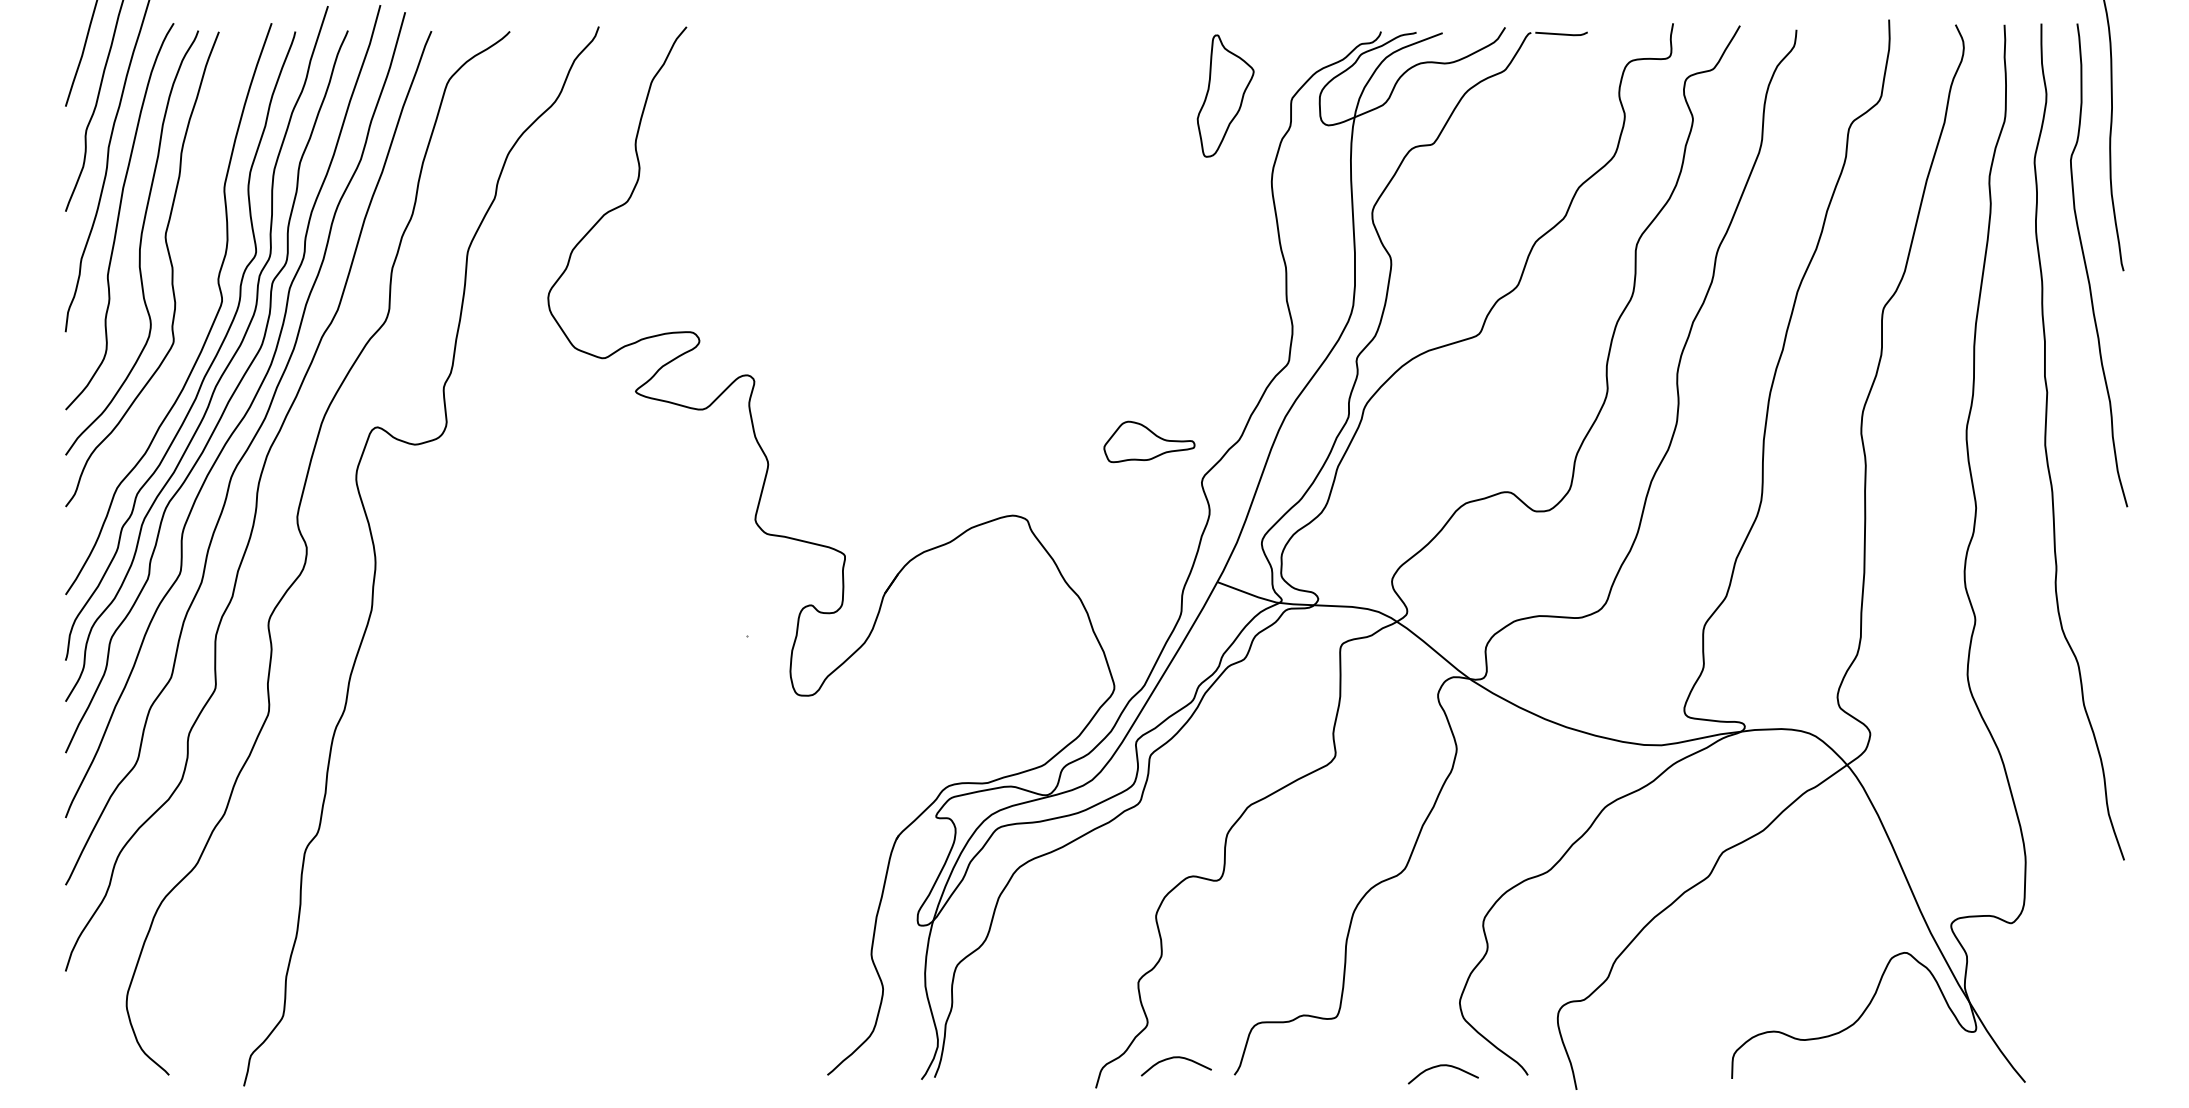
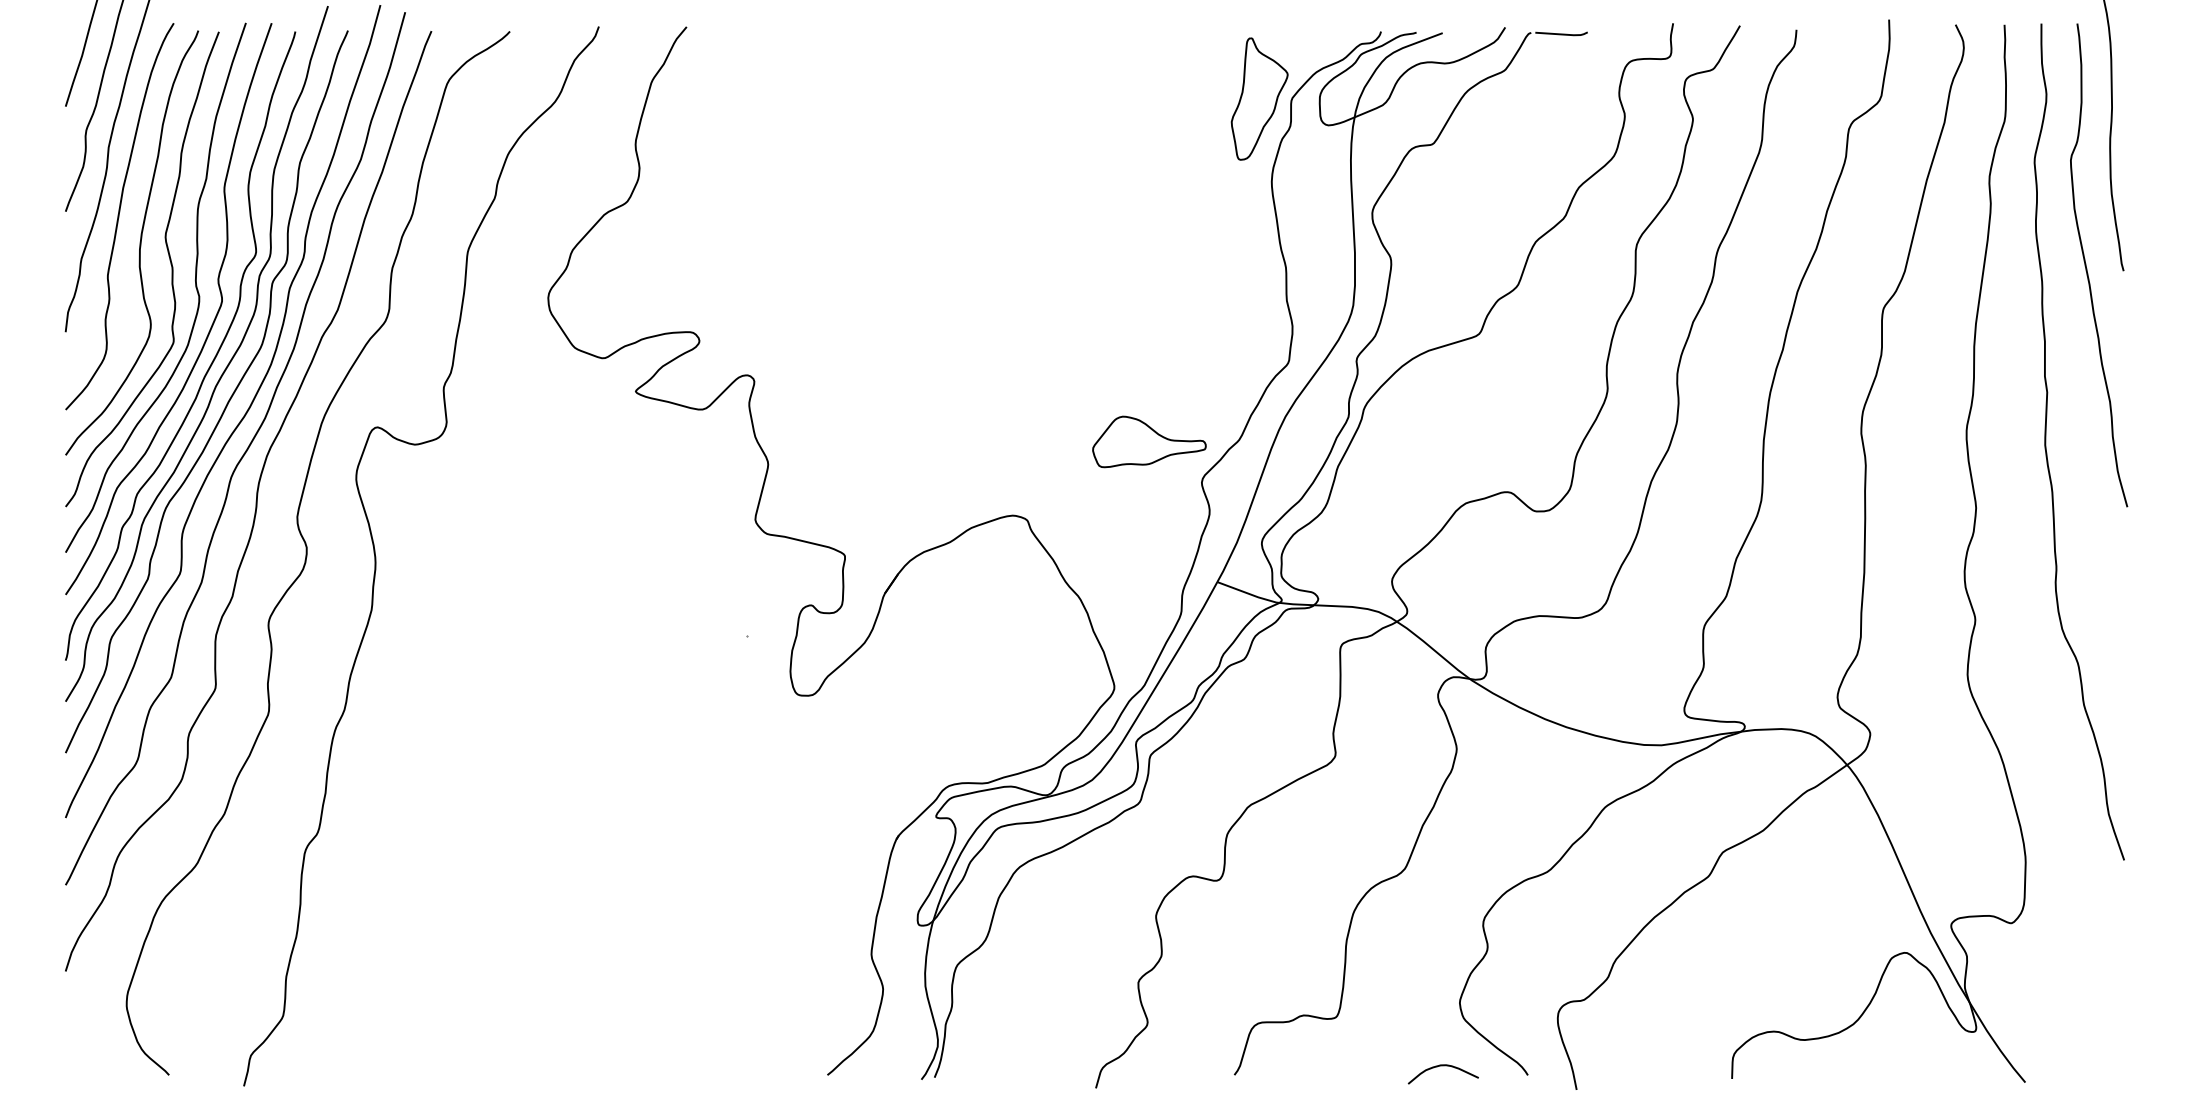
part at (1225, 95) position: (1225, 95) -> (1259, 98)
curve at (195, 287): none -> present
part at (1149, 441) size: 93x44 px -> 115x54 px
curve at (1175, 1058): present -> none
